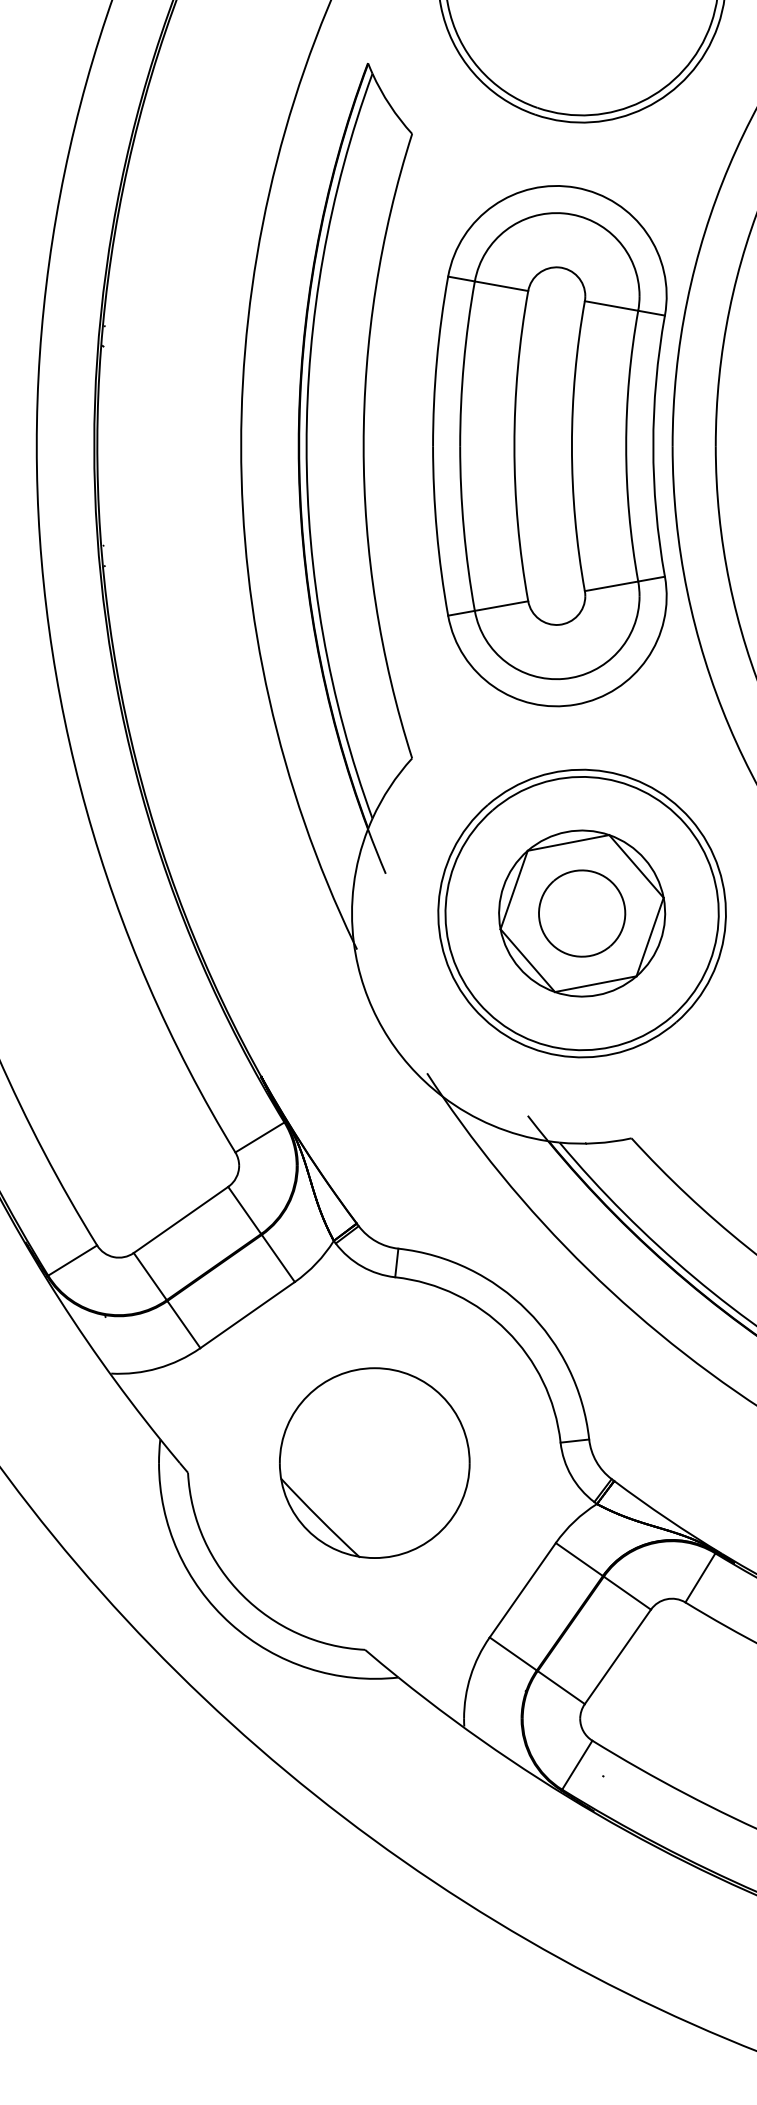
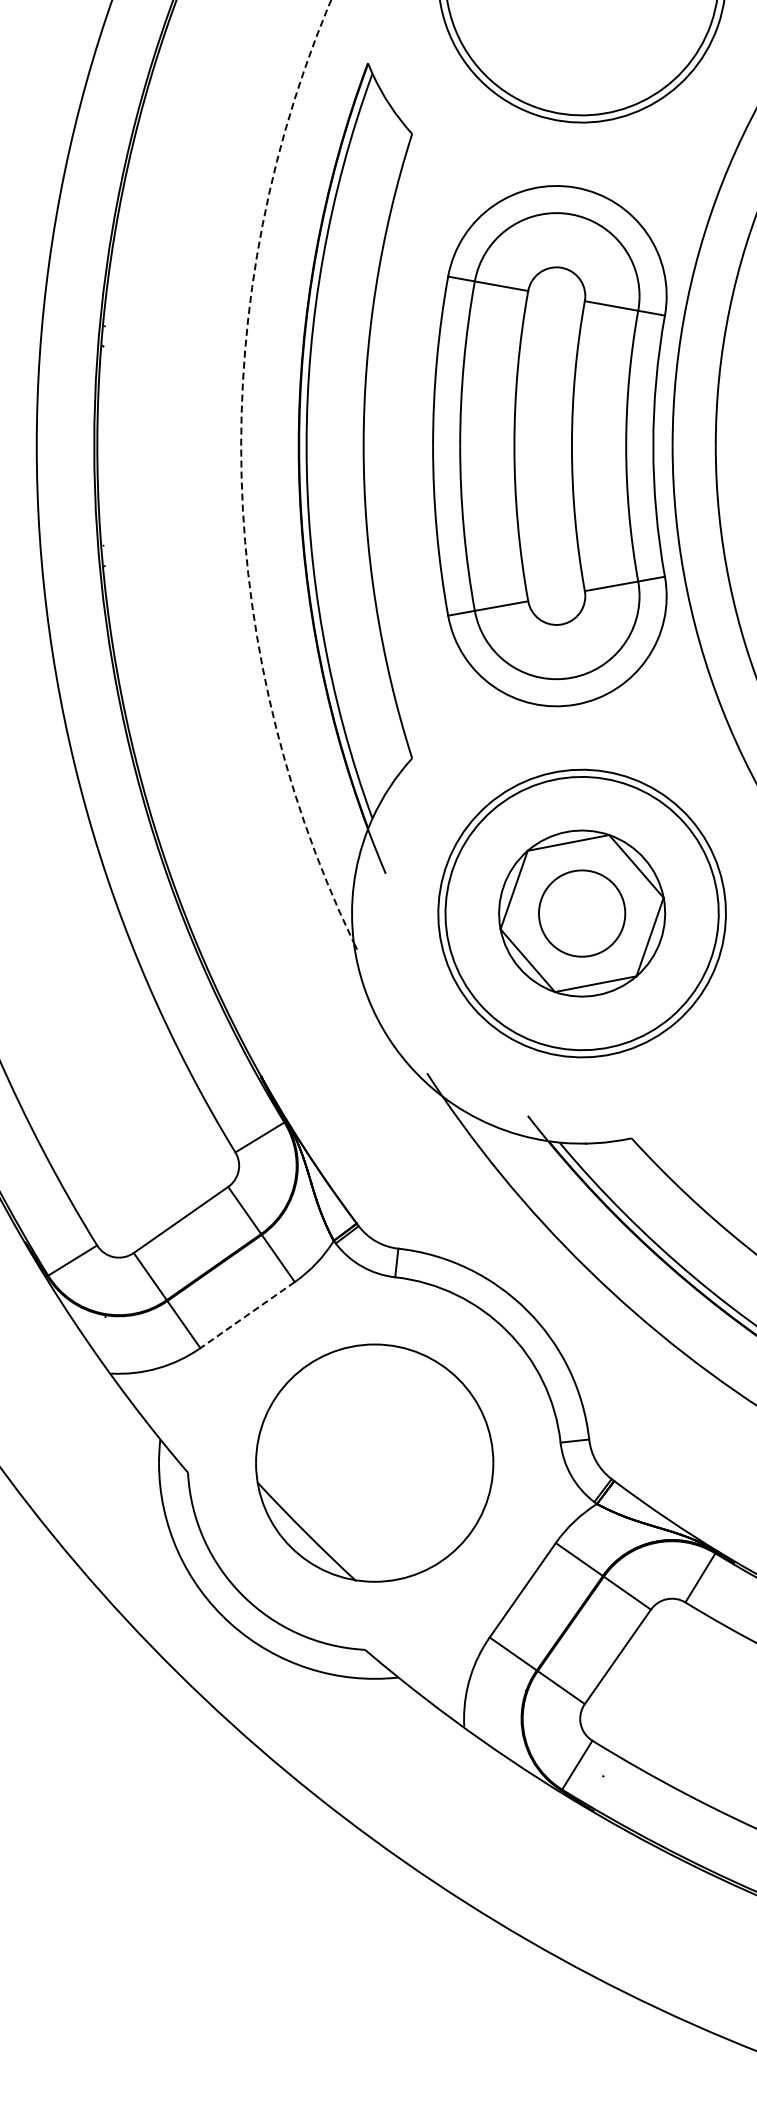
arc at (241, 475): solid -> dashed
line at (247, 1315): solid -> dashed
part at (374, 1462) size: 192x192 px -> 240x240 px
